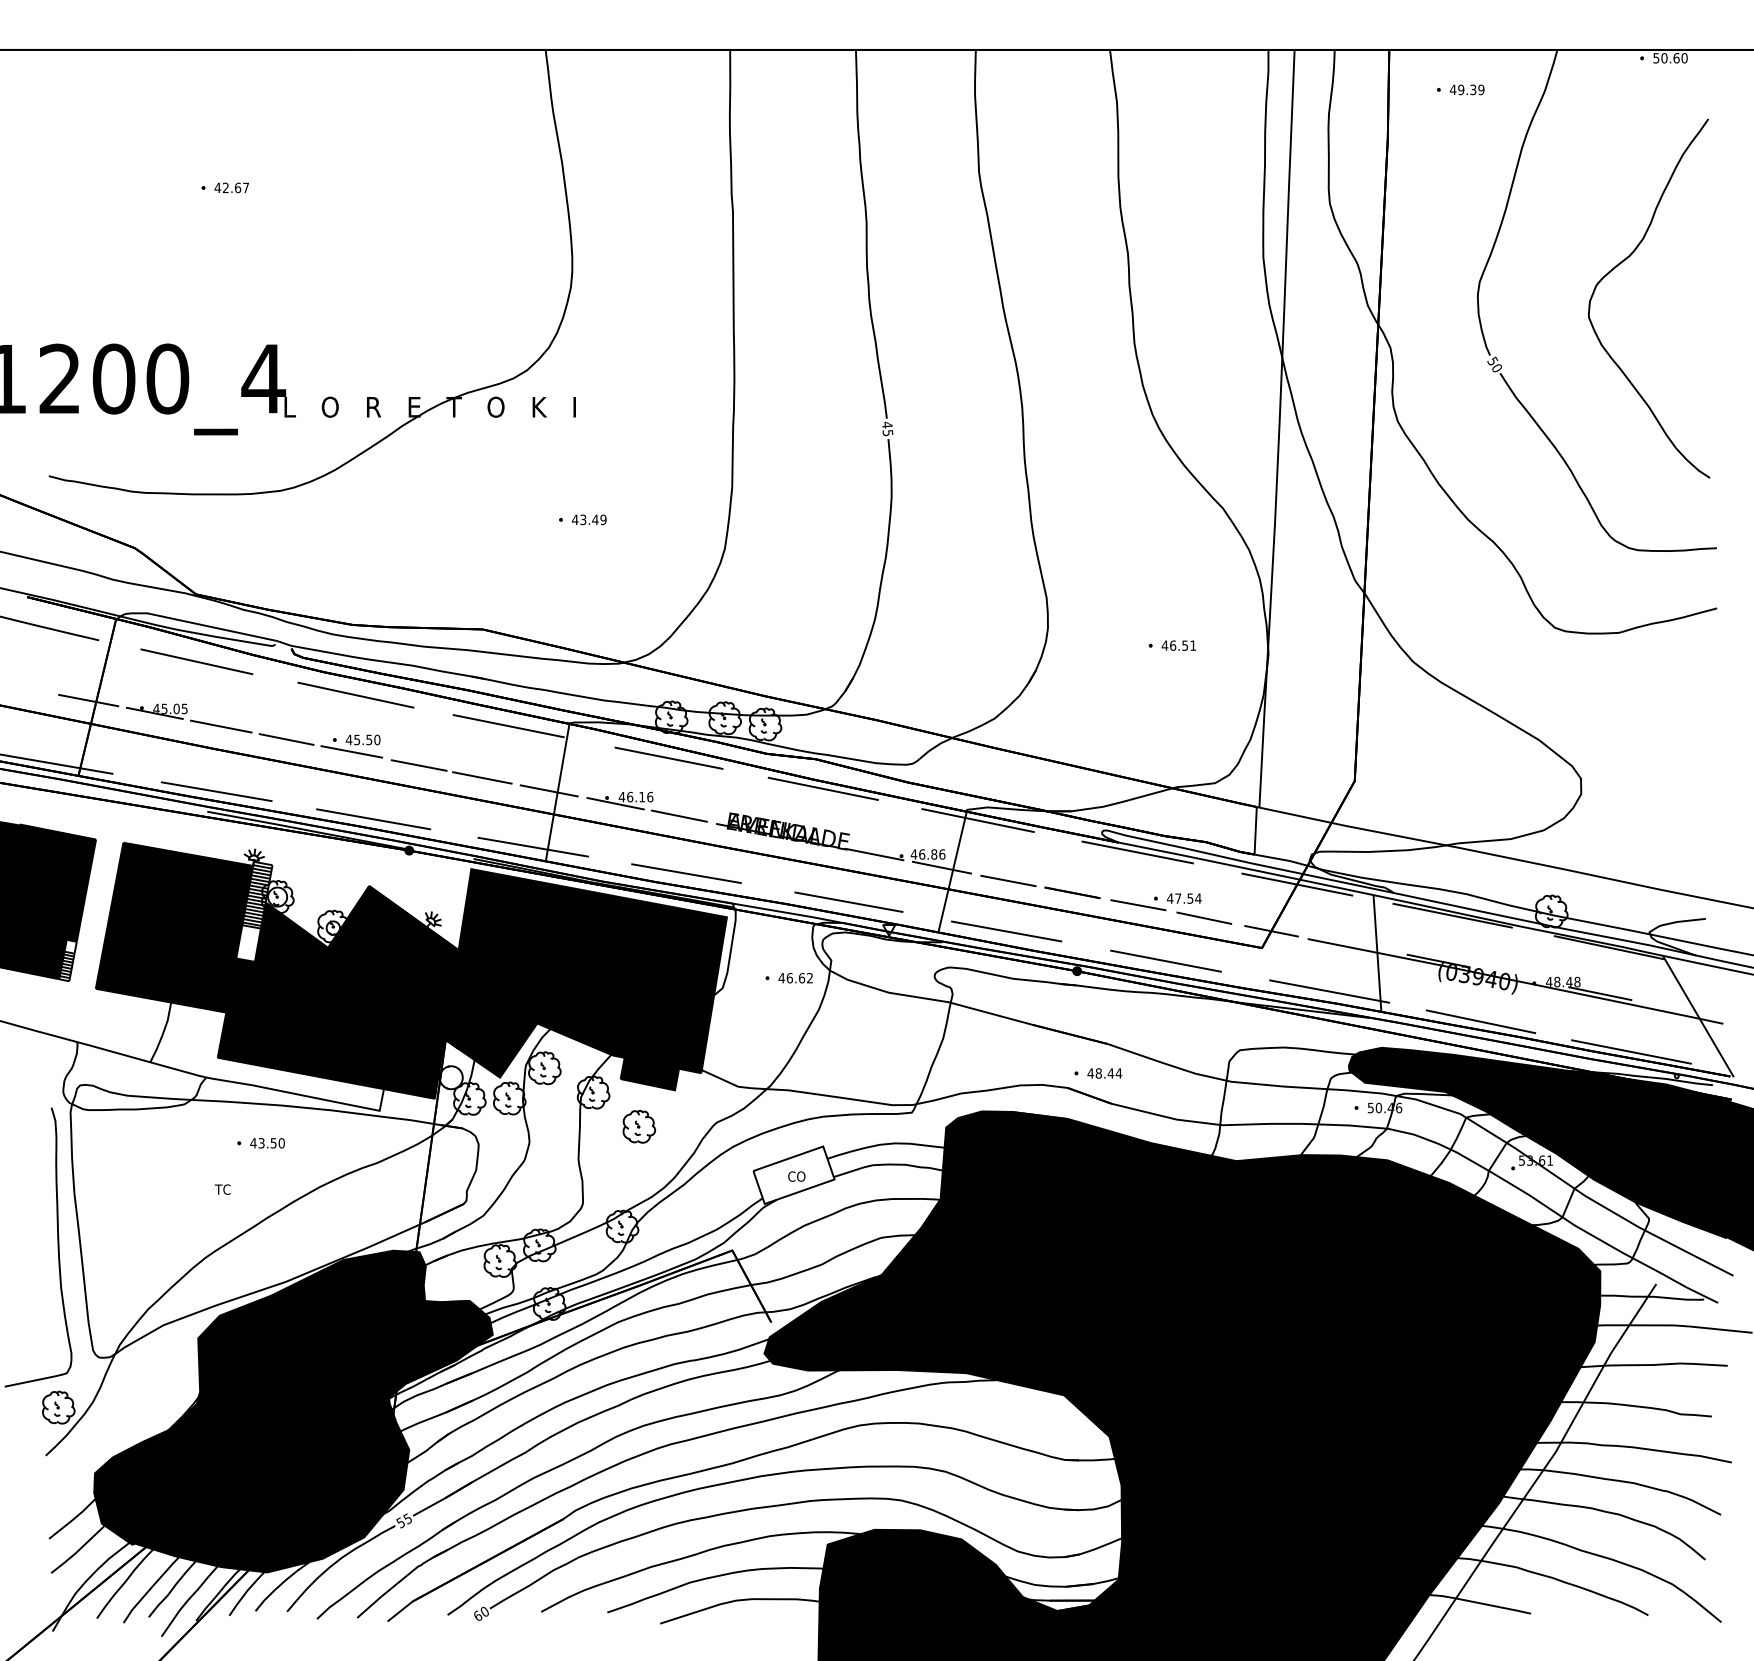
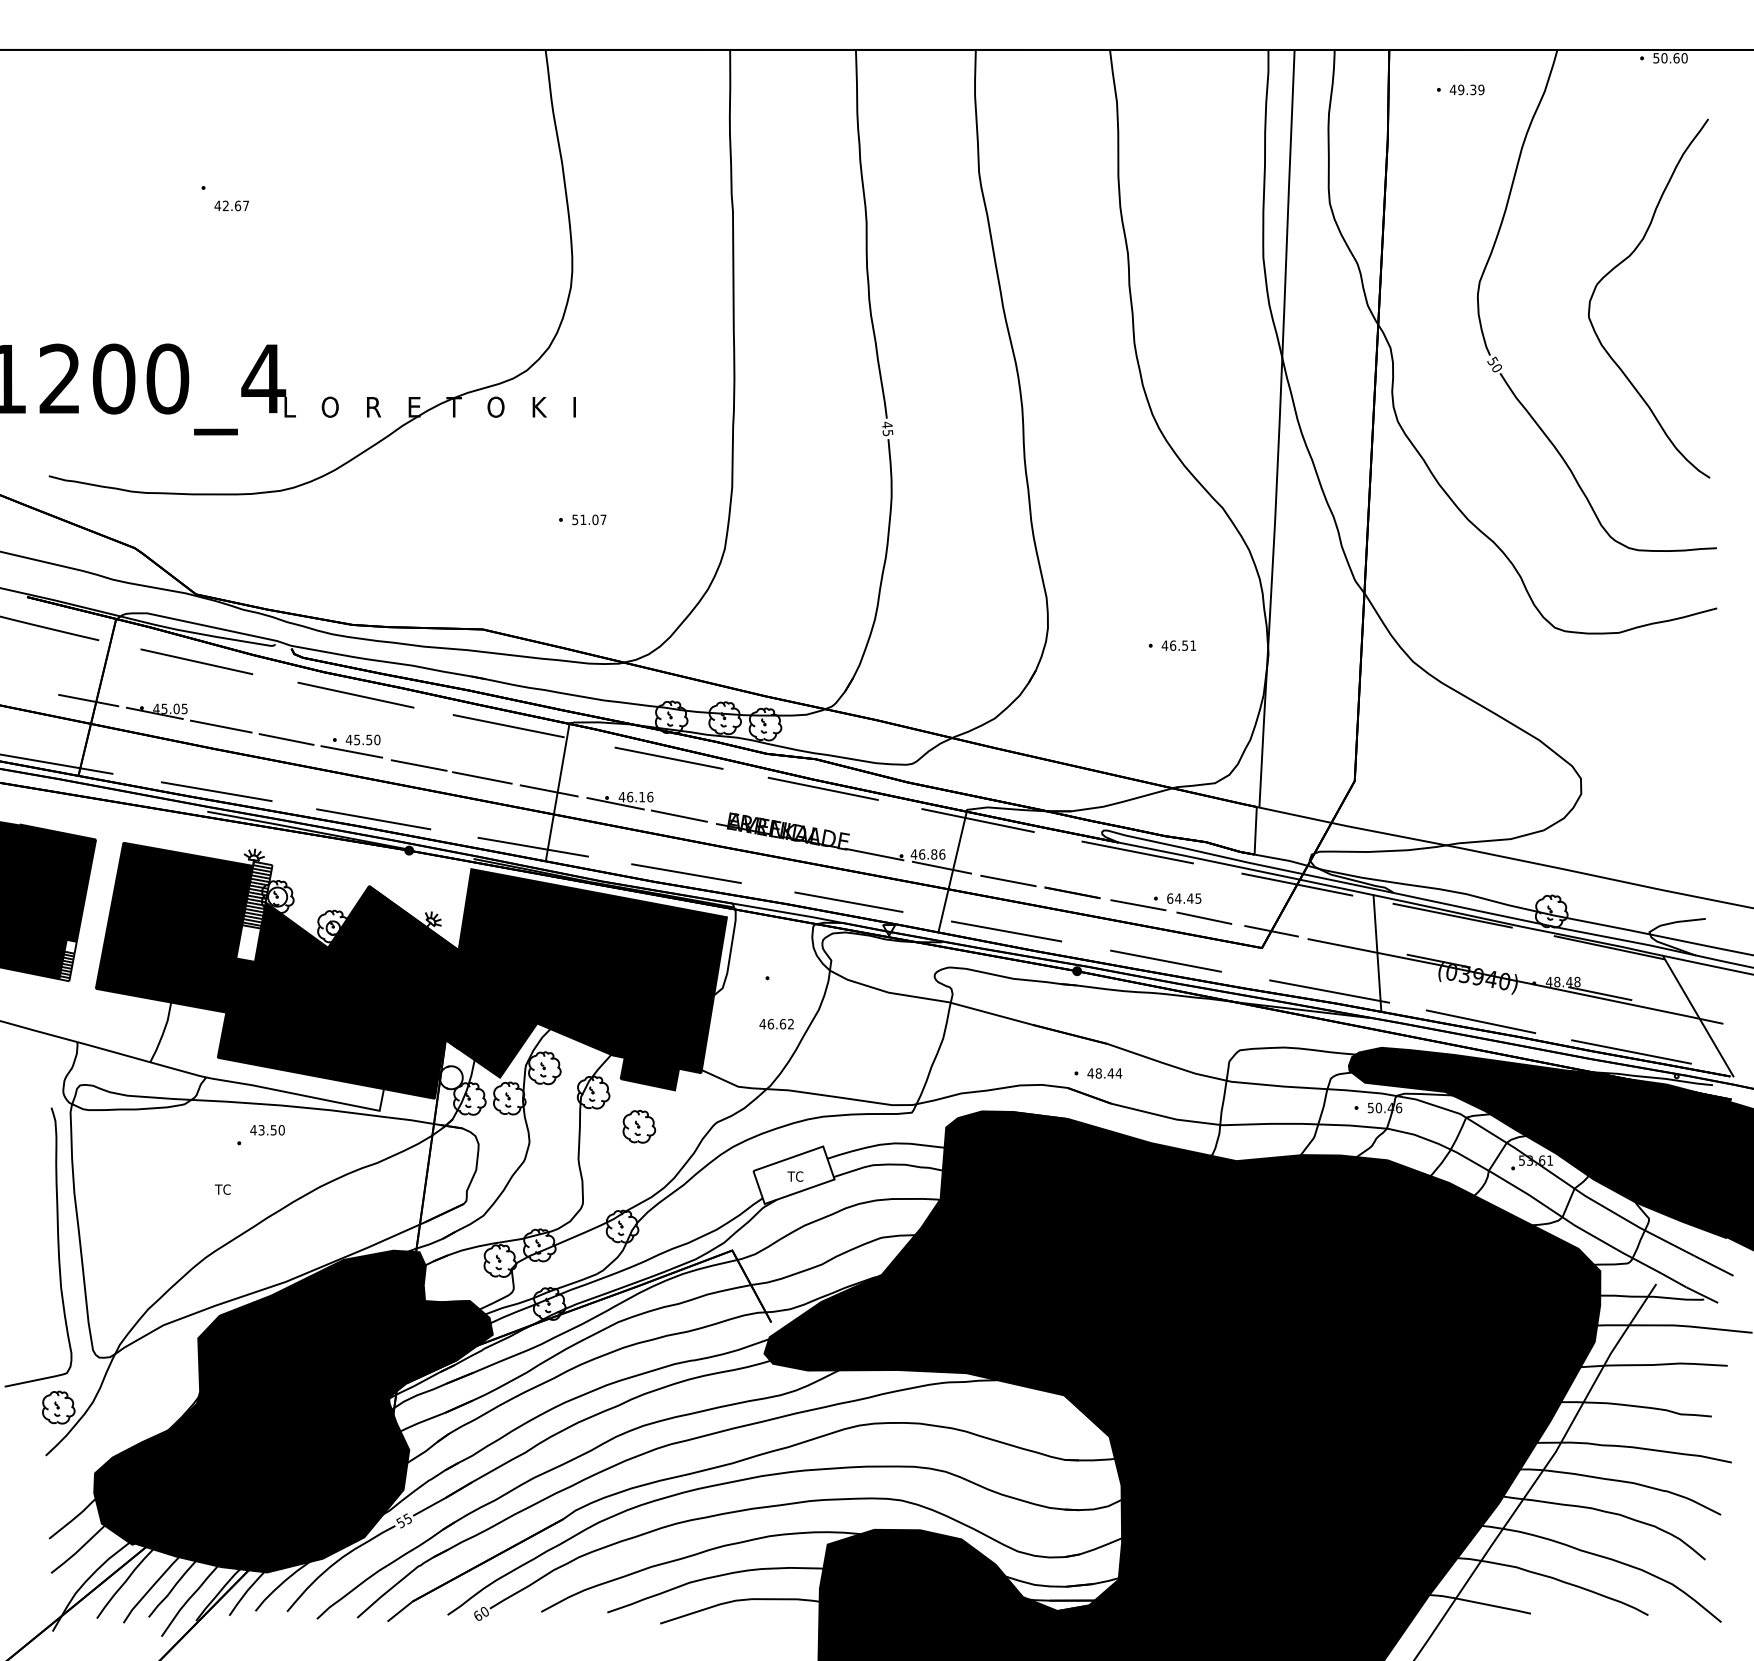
text at (231, 187) position: (231, 187) -> (231, 205)
text at (589, 519): 43.49 -> 51.07
text at (1183, 898): 47.54 -> 64.45
text at (795, 978) position: (795, 978) -> (776, 1024)
text at (267, 1143) position: (267, 1143) -> (267, 1130)
text at (796, 1176): CO -> TC
